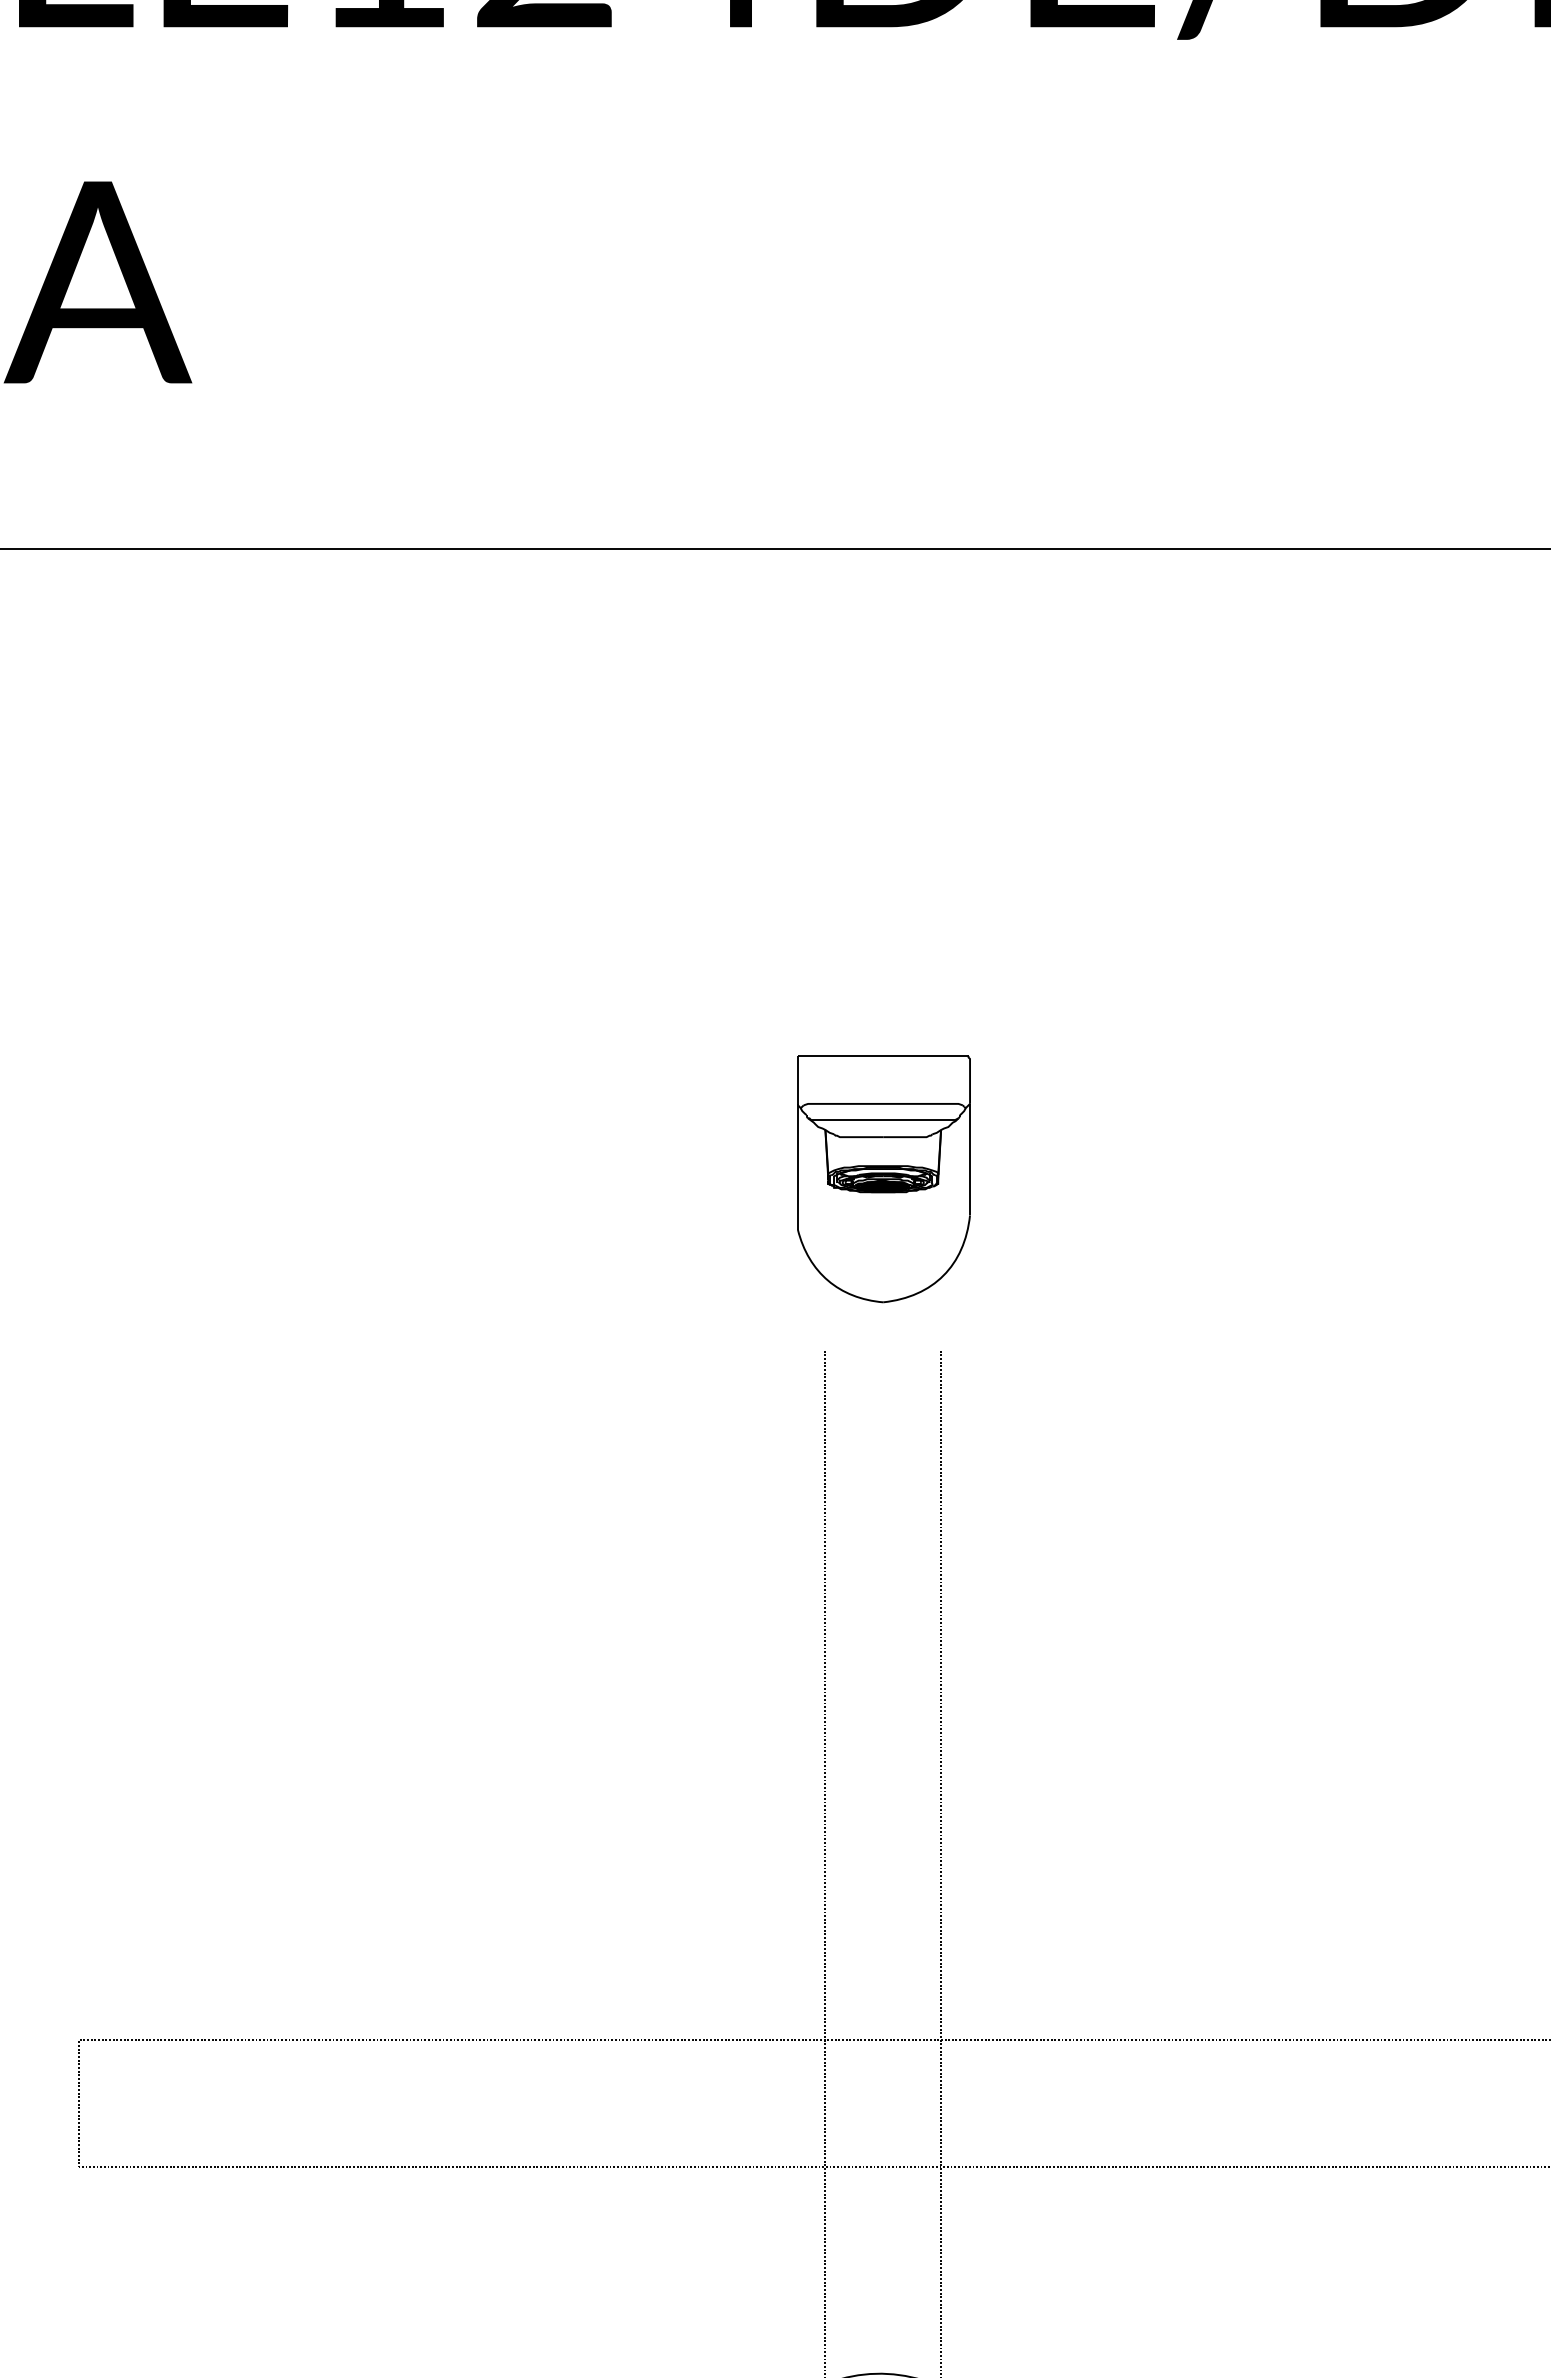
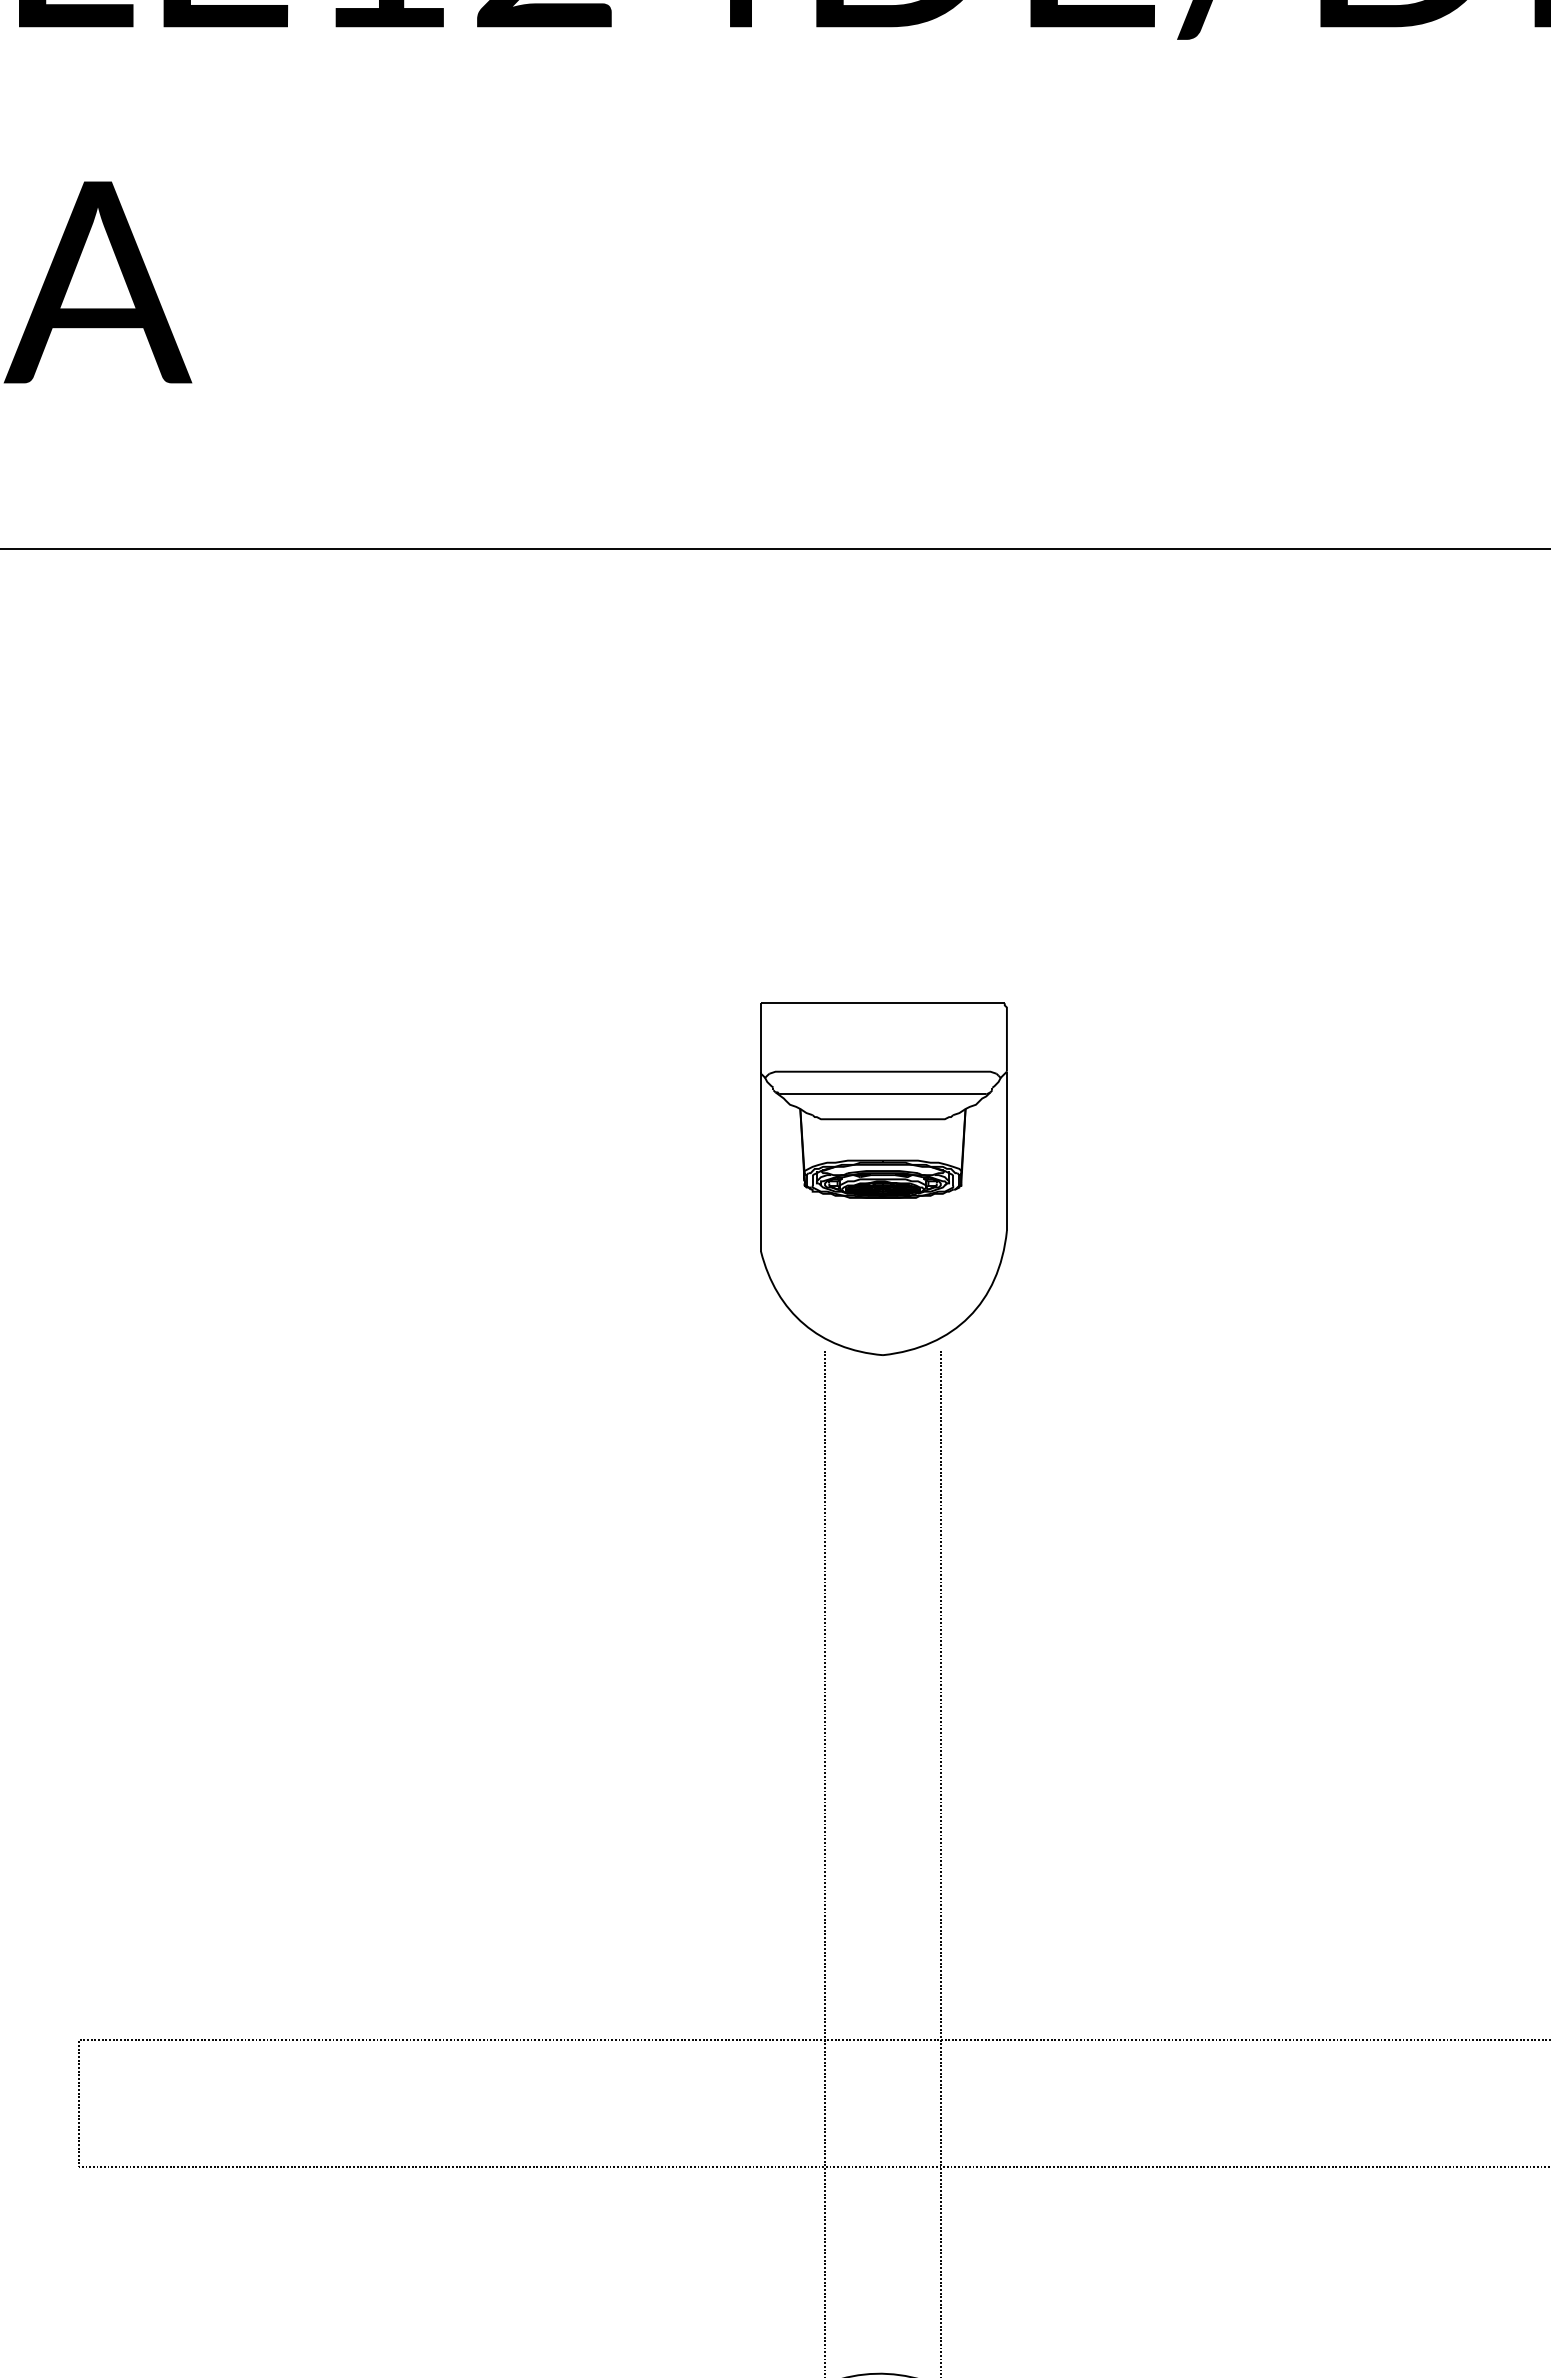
part at (883, 1179) size: 174x249 px -> 248x354 px
